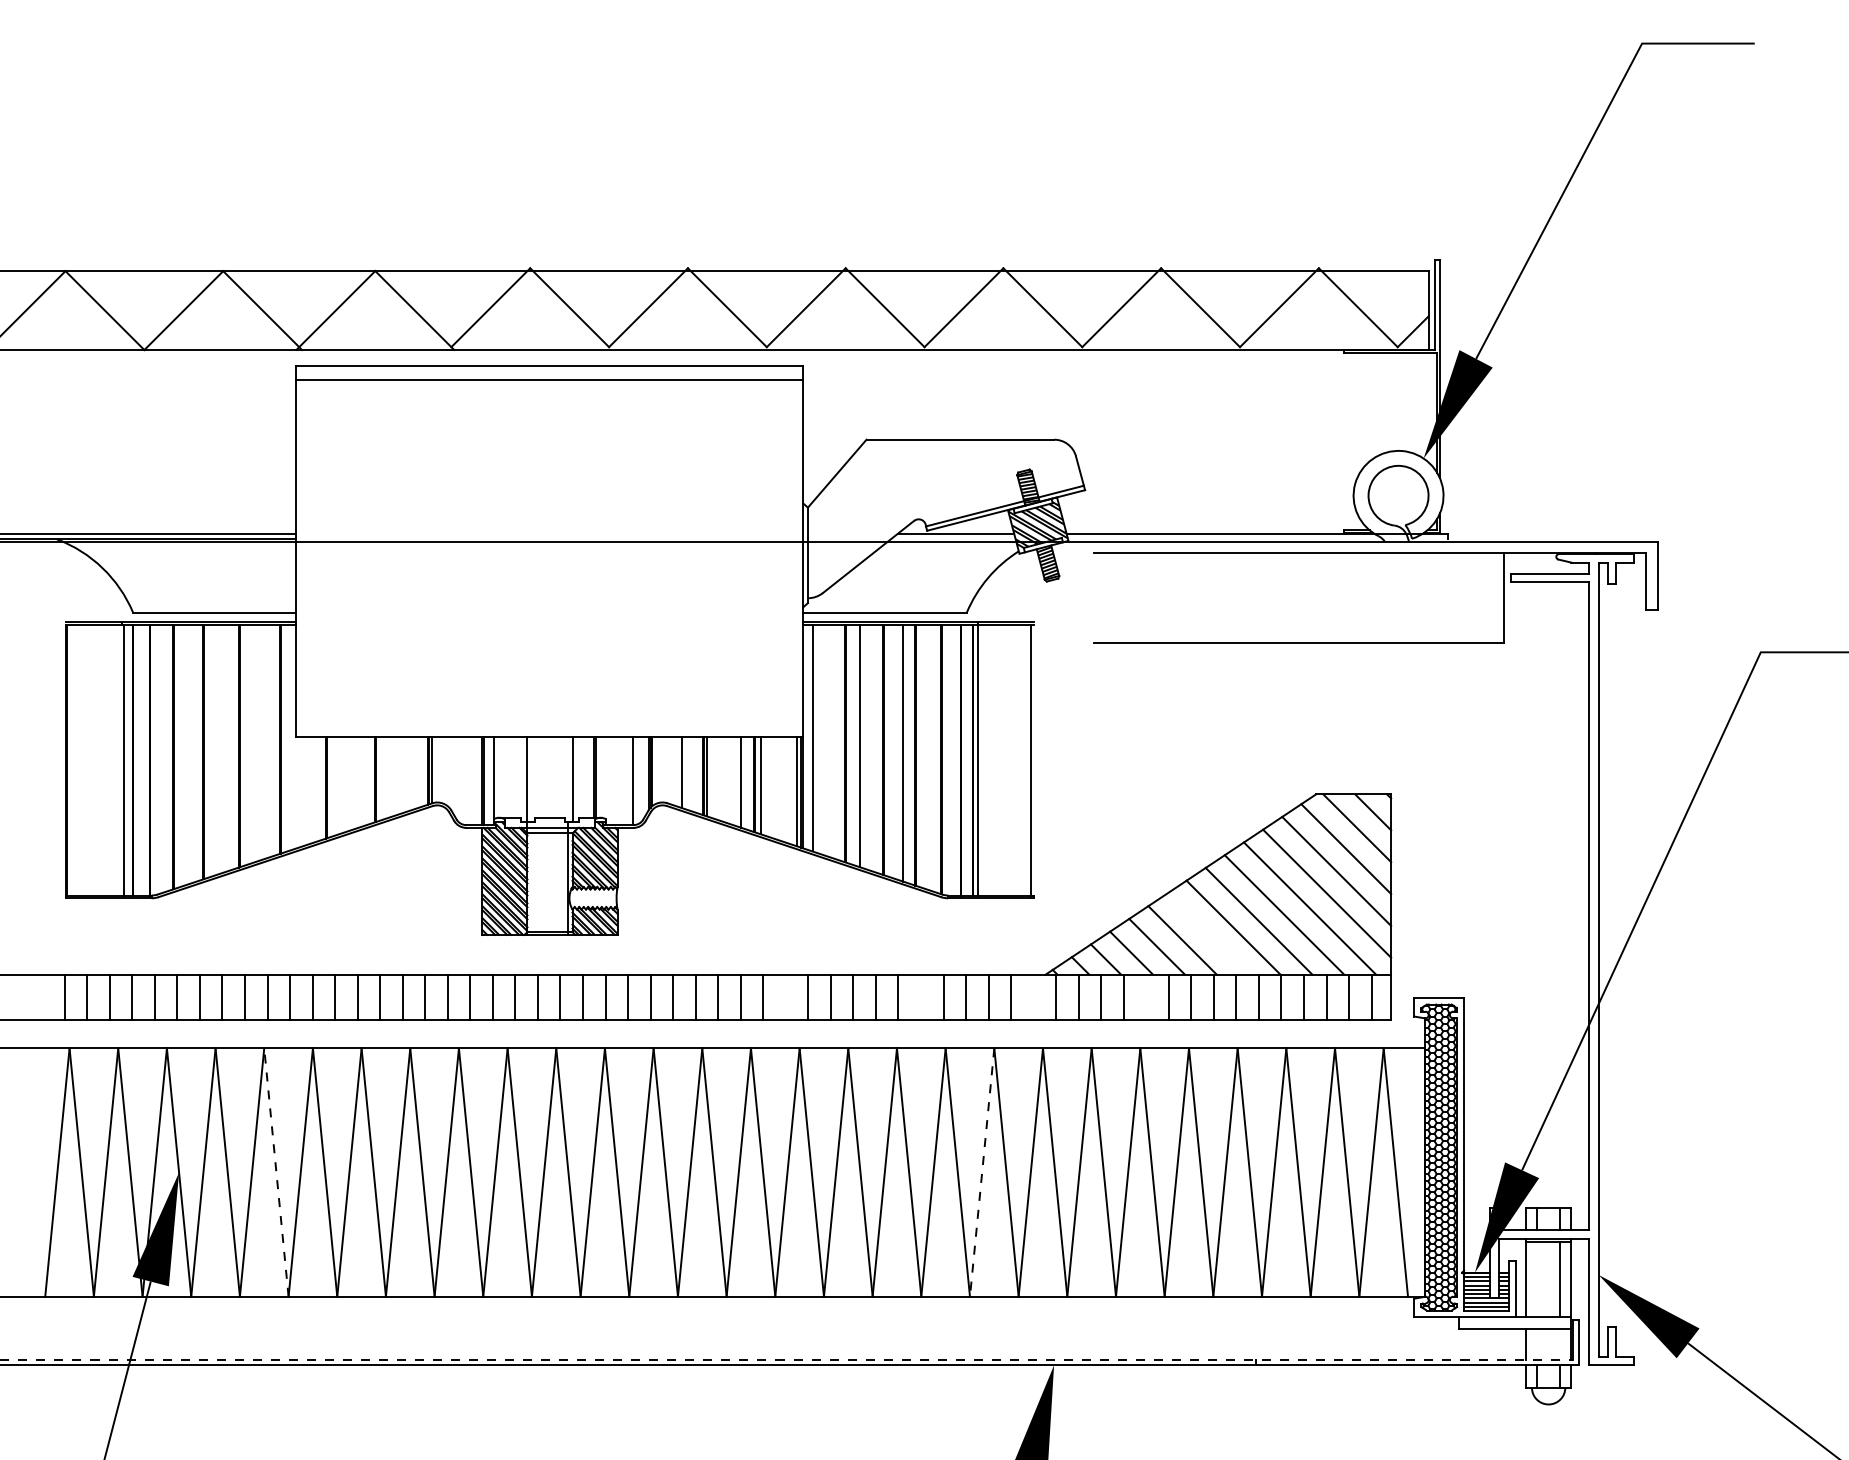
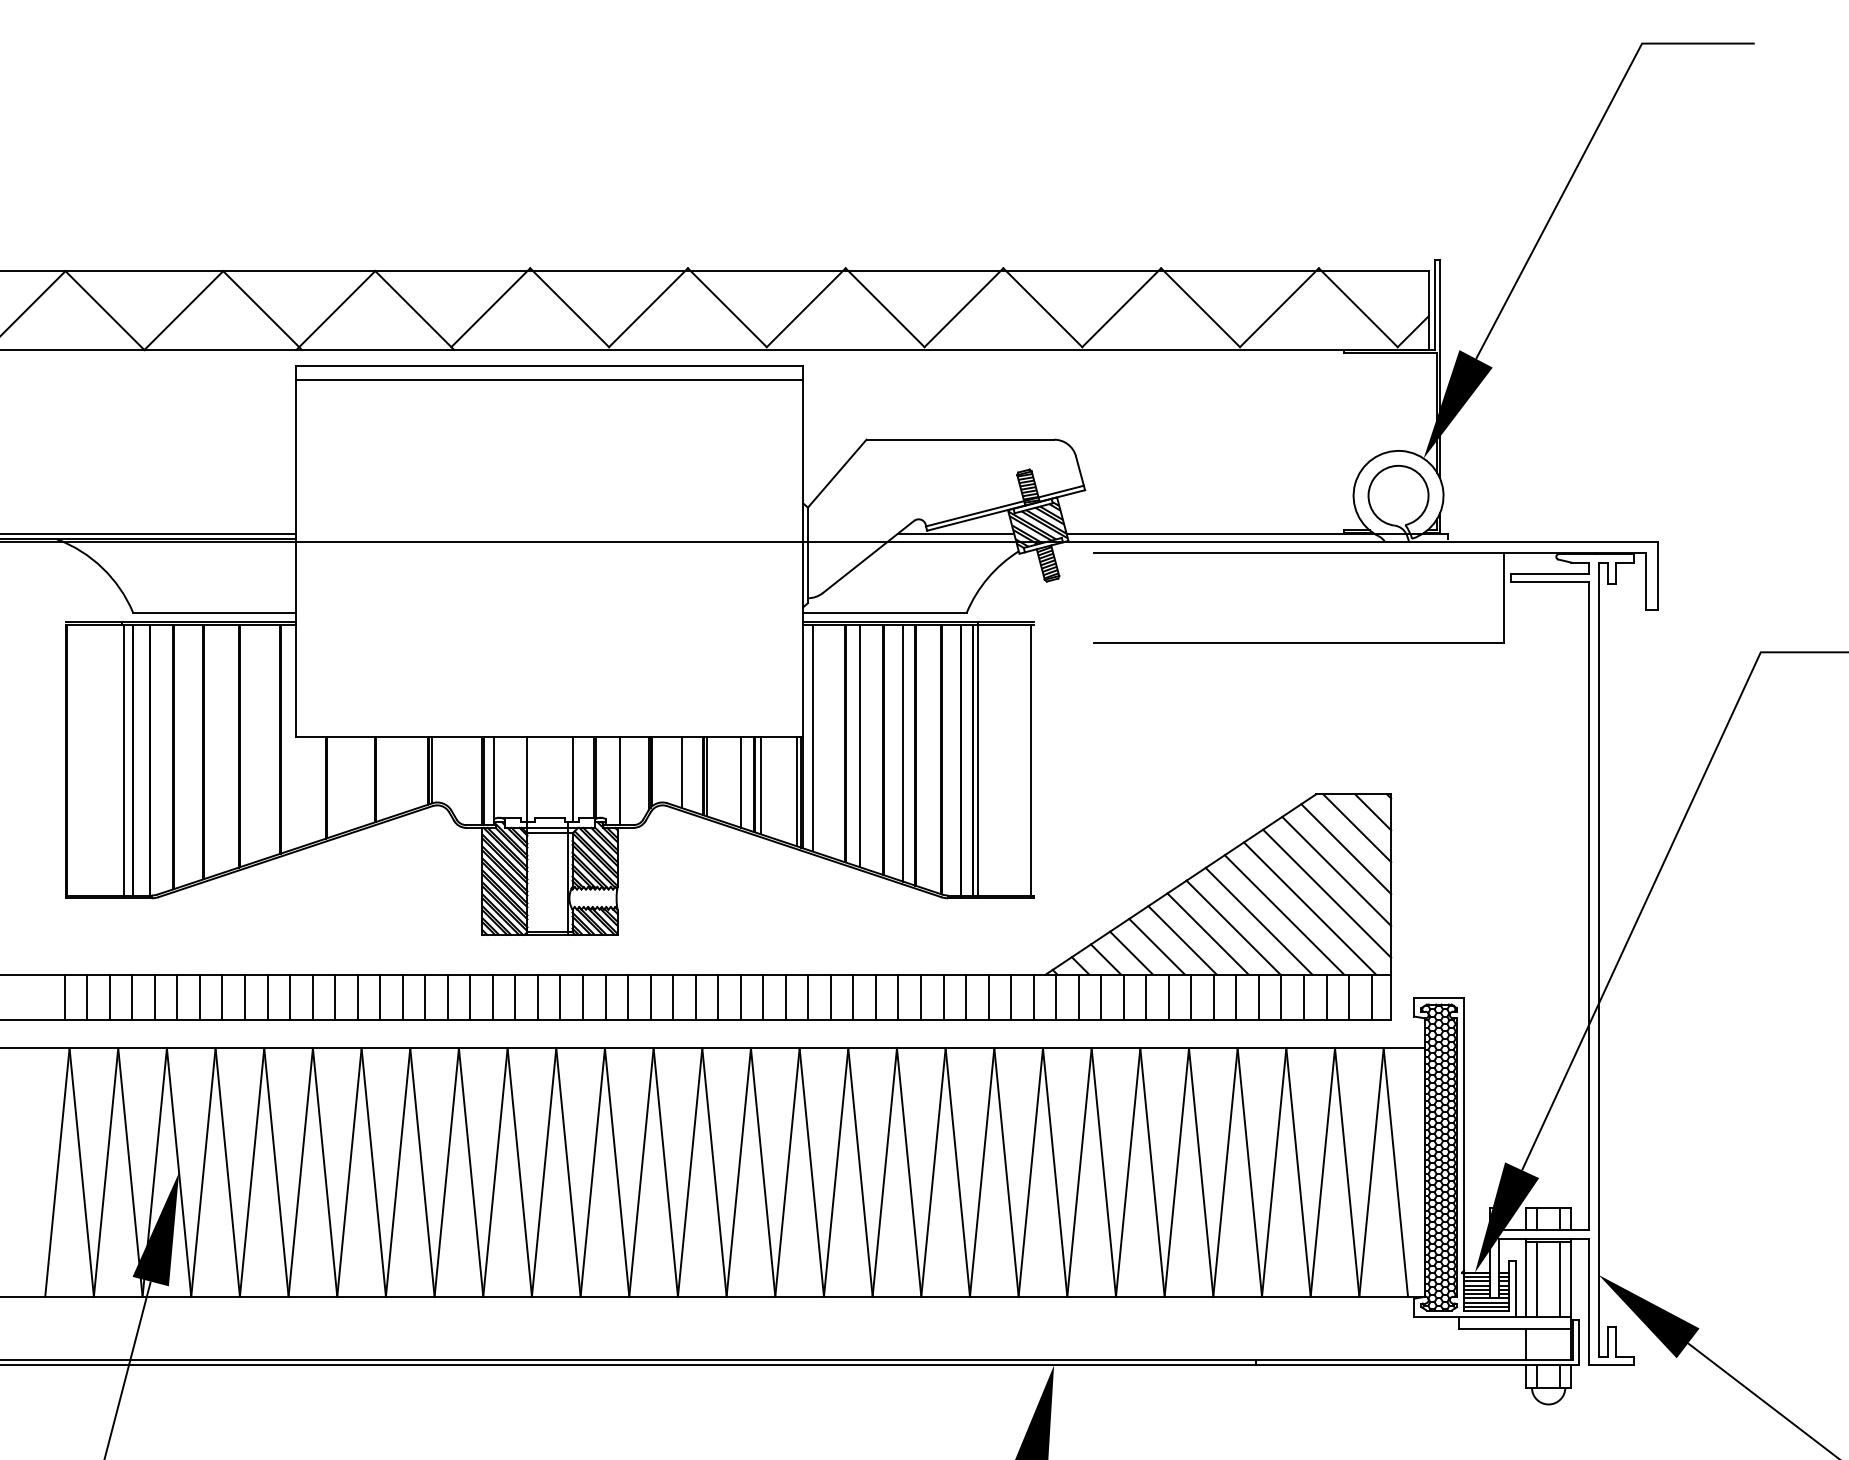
line at (633, 780) position: (633, 780) -> (620, 780)
line at (1207, 933): none -> present
line at (785, 996): none -> present
line at (920, 996): none -> present
line at (1033, 996): none -> present
line at (1146, 996): none -> present
line at (276, 1172): dashed -> solid
line at (982, 1172): dashed -> solid
line at (1537, 1279): none -> present
line at (787, 1359): dashed -> solid
